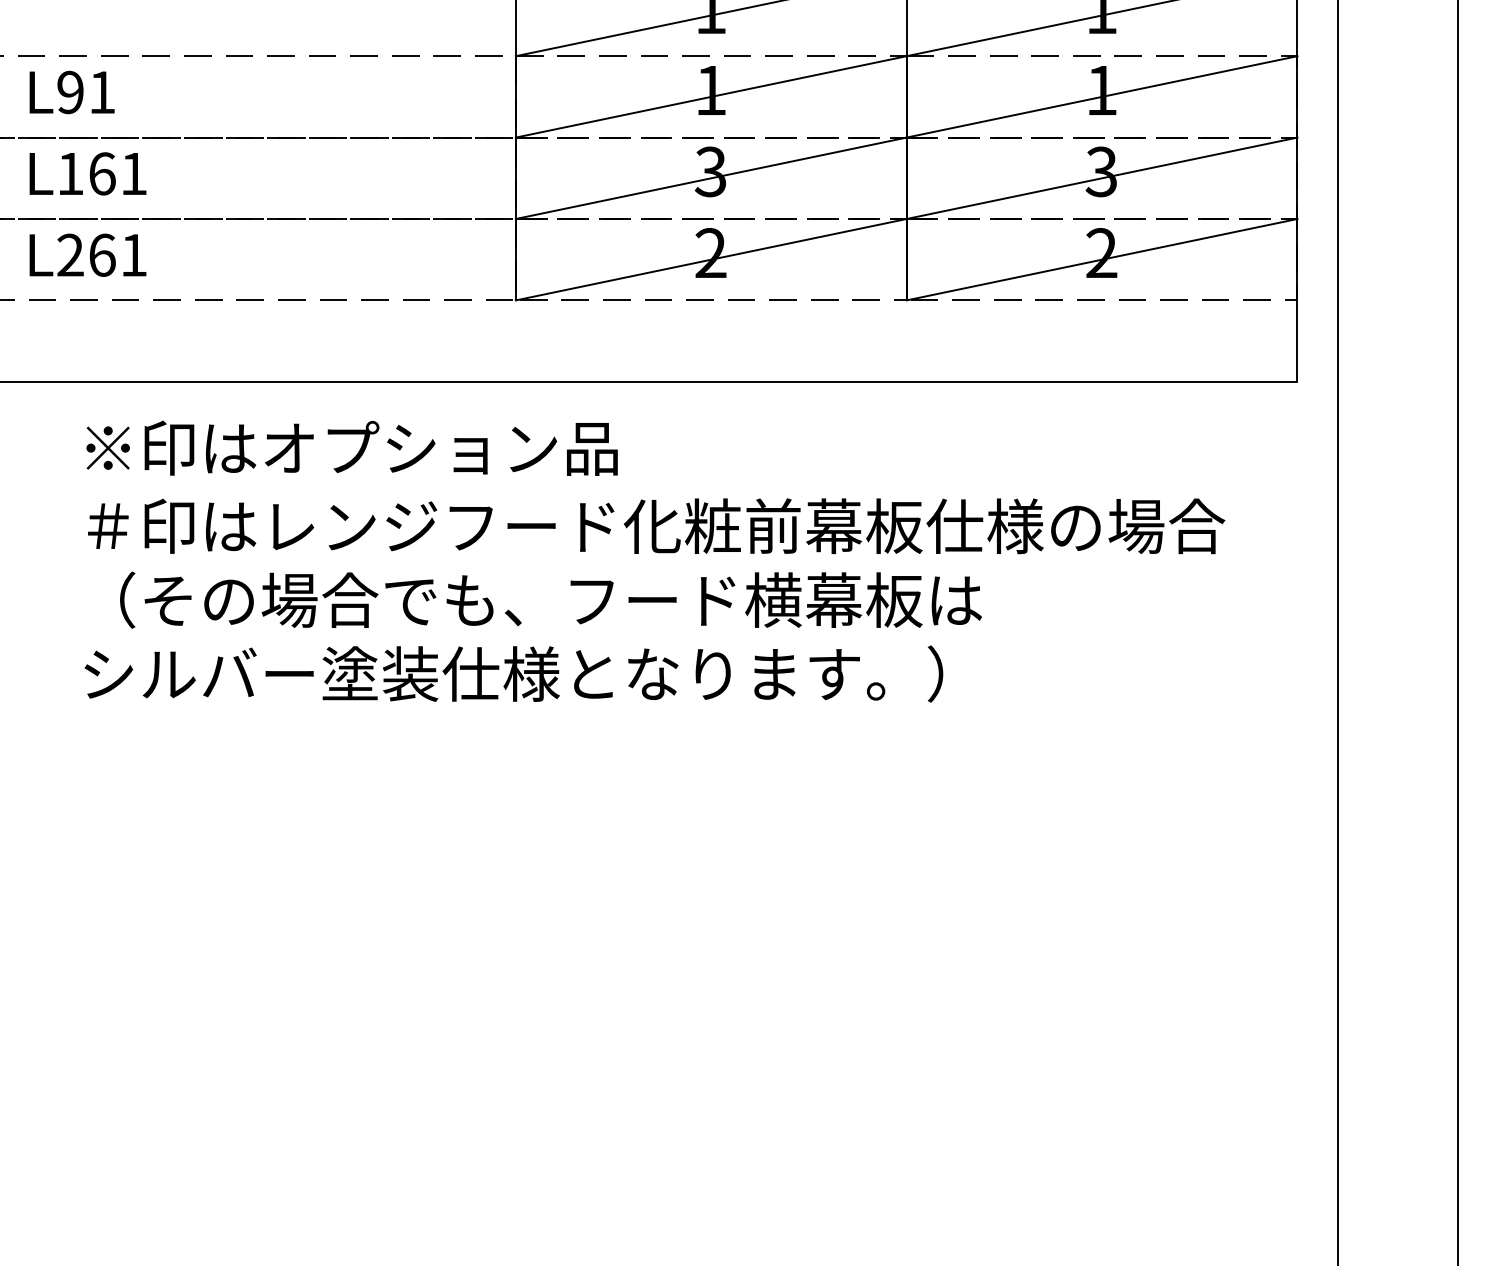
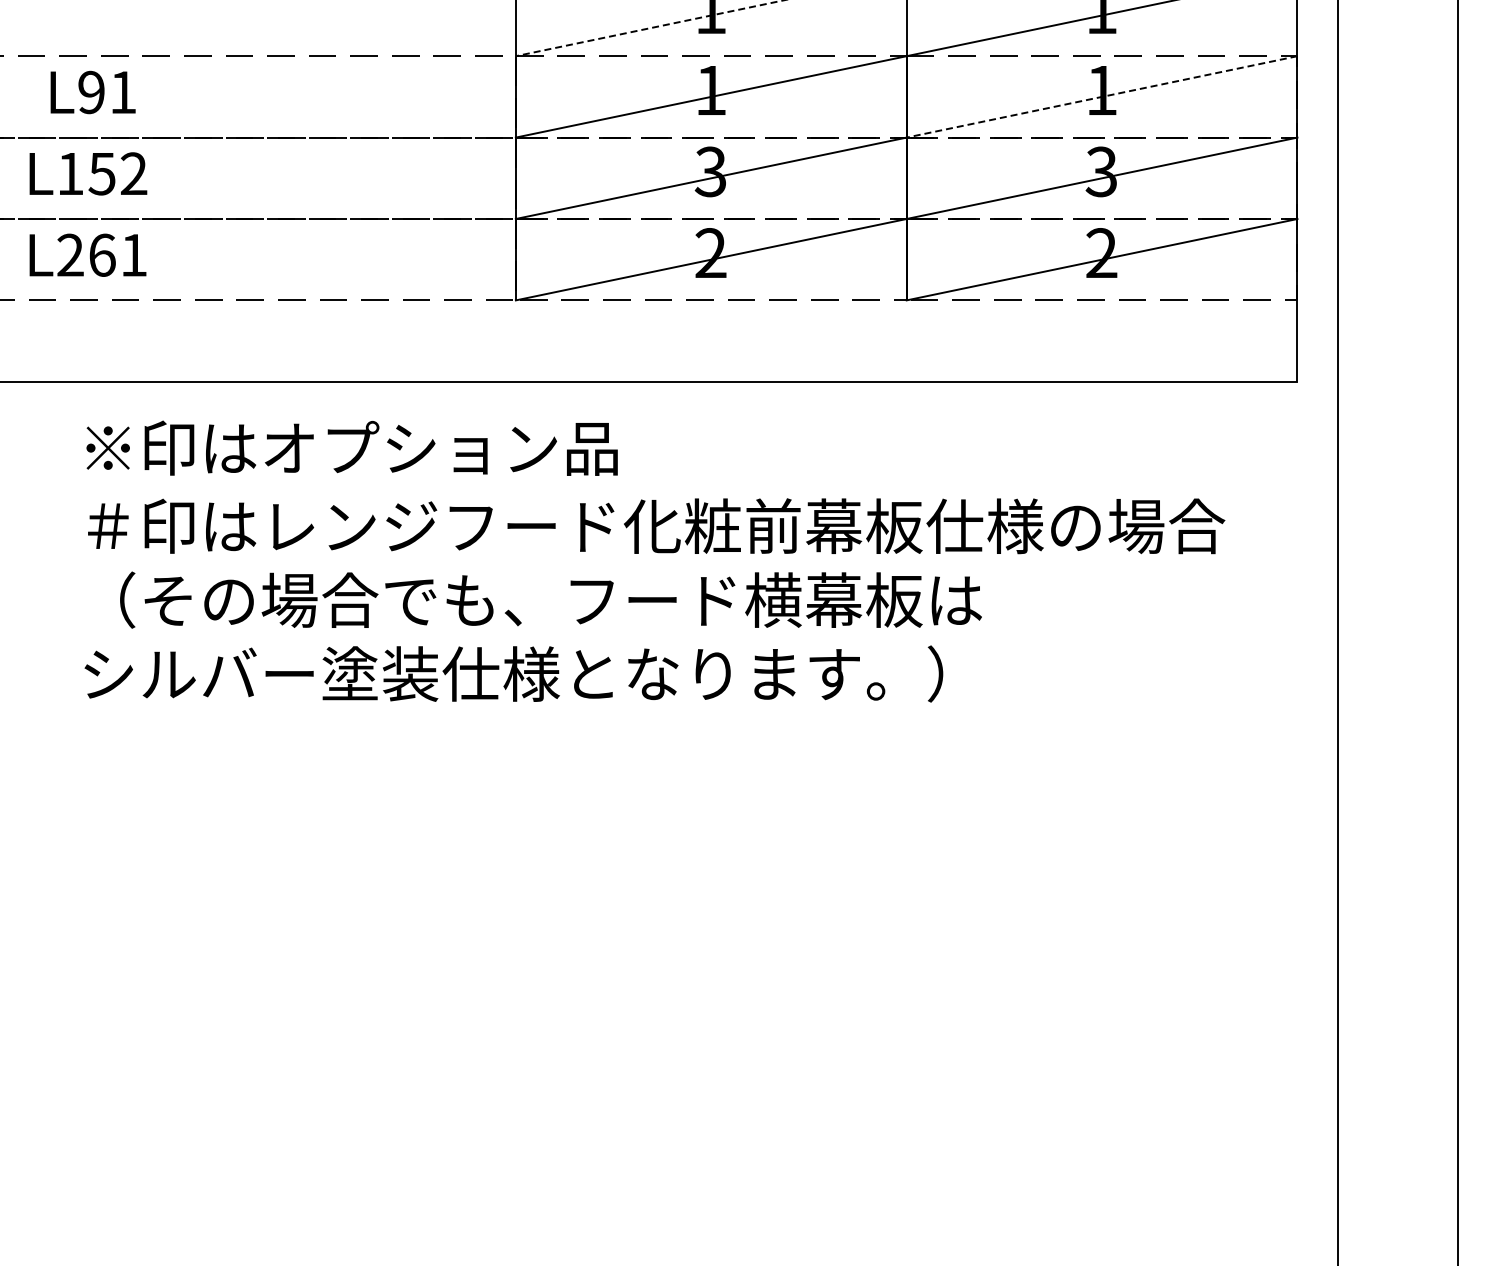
line at (650, 28): solid -> dashed
text at (71, 92) position: (71, 92) -> (92, 92)
line at (1102, 96): solid -> dashed
text at (117, 173): L161 -> L152
